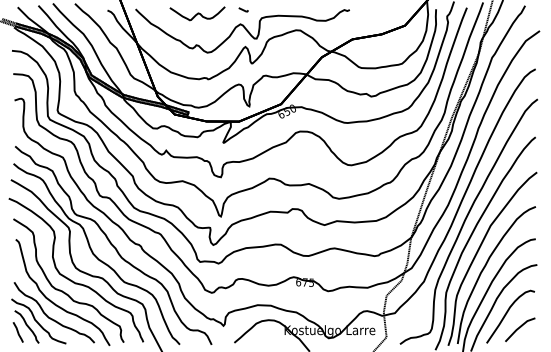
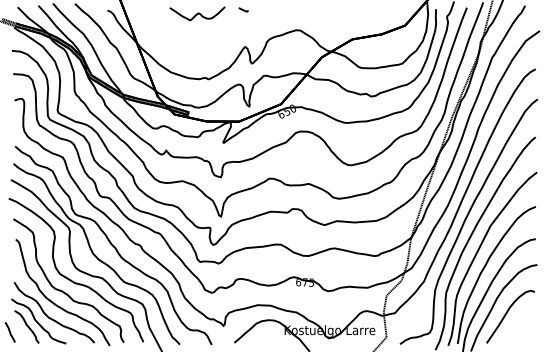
curve at (244, 28): present -> none
line at (519, 328): present -> none
line at (17, 332) position: (17, 332) -> (9, 332)
